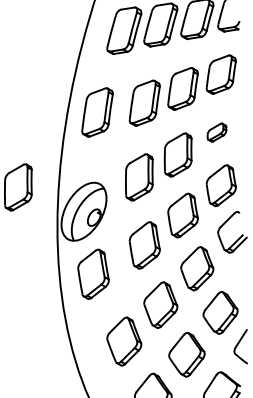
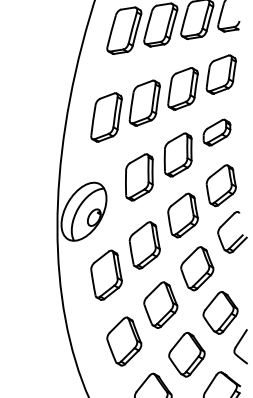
part at (97, 112) position: (97, 112) -> (106, 117)
part at (216, 132) size: 22x21 px -> 30x29 px
part at (18, 187): present -> none
part at (93, 273) position: (93, 273) -> (106, 274)
